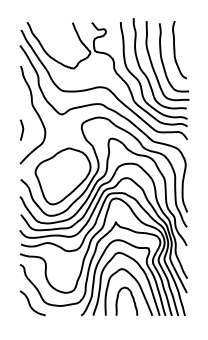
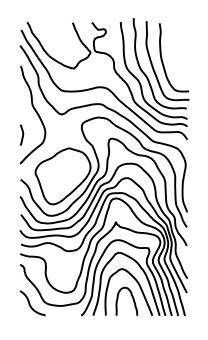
curve at (175, 50): present -> none
curve at (22, 129) position: (22, 129) -> (22, 134)
